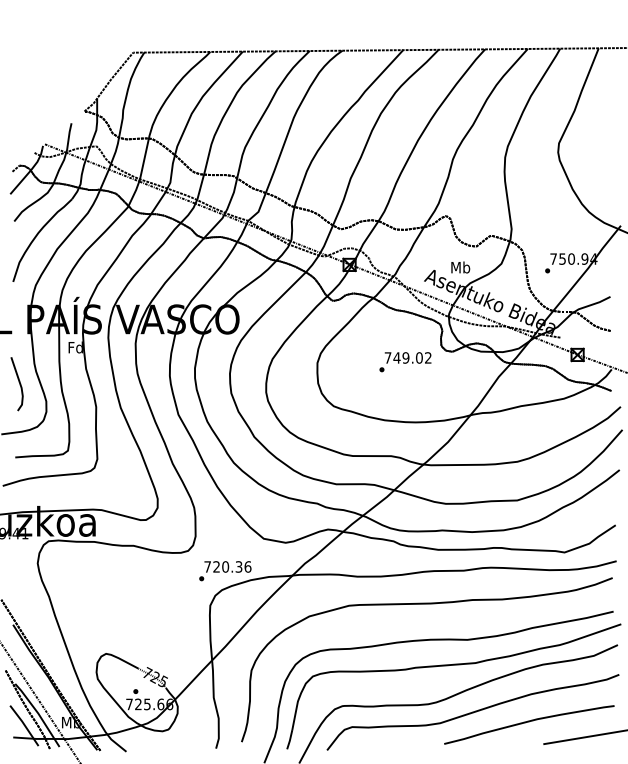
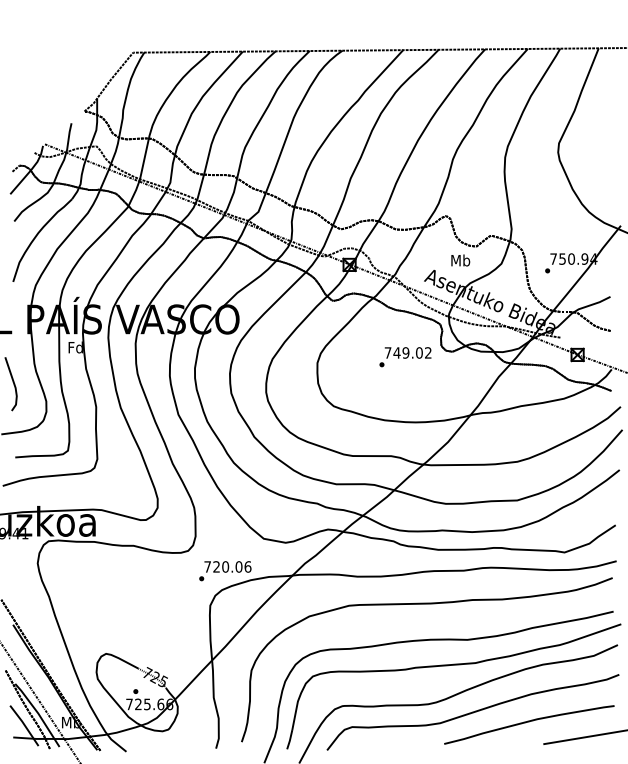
text at (460, 267) position: (460, 267) -> (460, 260)
text at (405, 362) position: (405, 362) -> (405, 357)
line at (18, 382) position: (18, 382) -> (12, 382)
text at (238, 566): 720.36 -> 720.06
